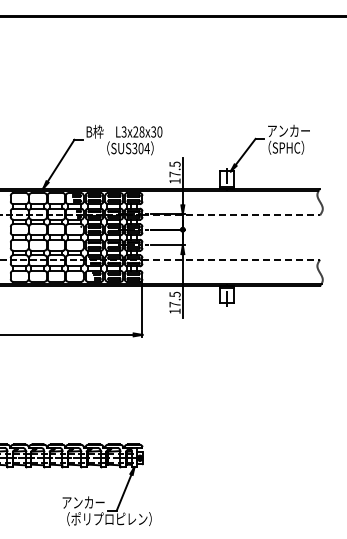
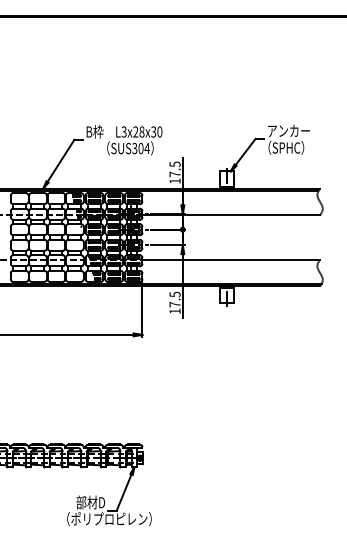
line at (231, 215): dashed -> solid
line at (231, 259): dashed -> solid
text at (83, 502): アンカー -> 部材D
